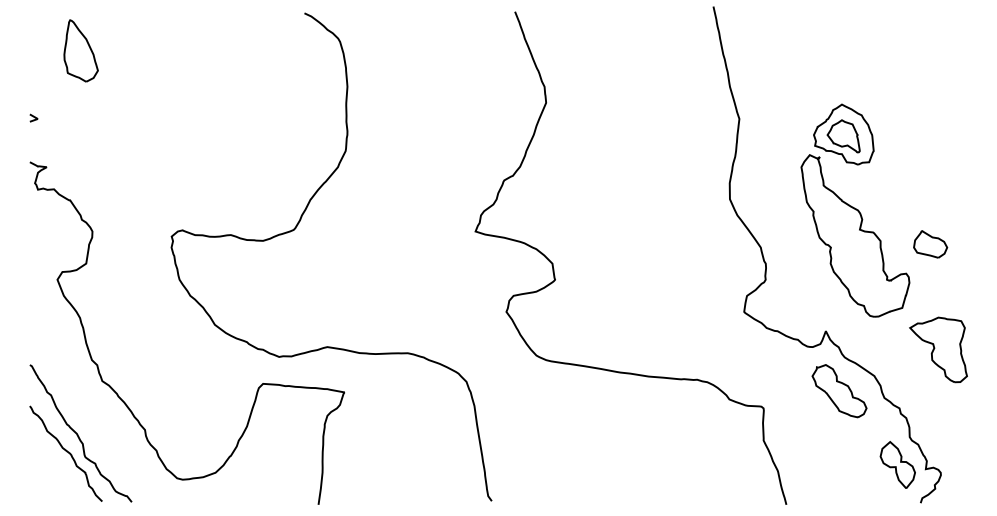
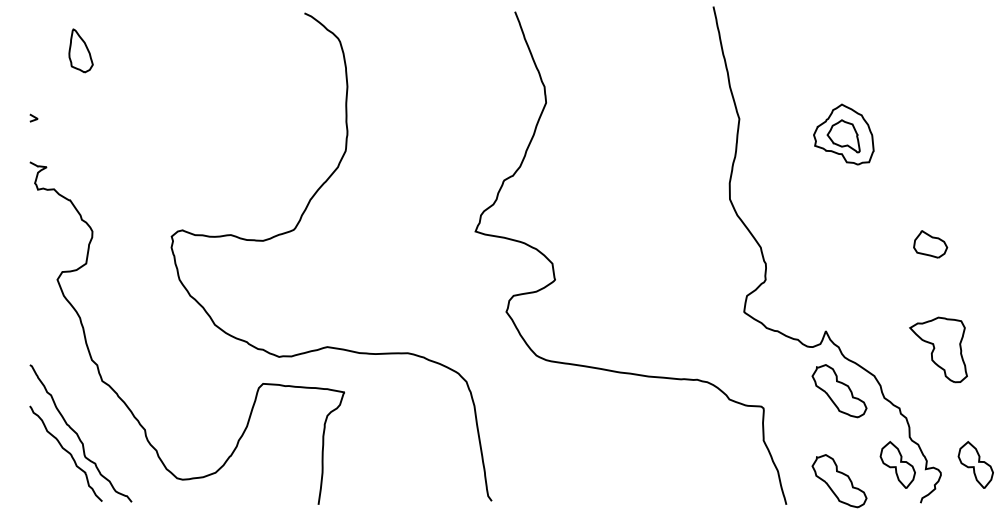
part at (80, 50) size: 36x64 px -> 26x46 px
part at (855, 235): present -> none
part at (975, 464): none -> present
part at (839, 481): none -> present
